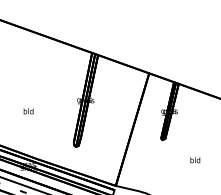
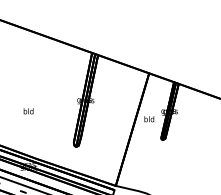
text at (195, 160) position: (195, 160) -> (149, 119)
